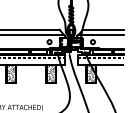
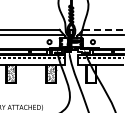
line at (103, 29): solid -> dashed
hatch at (90, 73): present -> none
